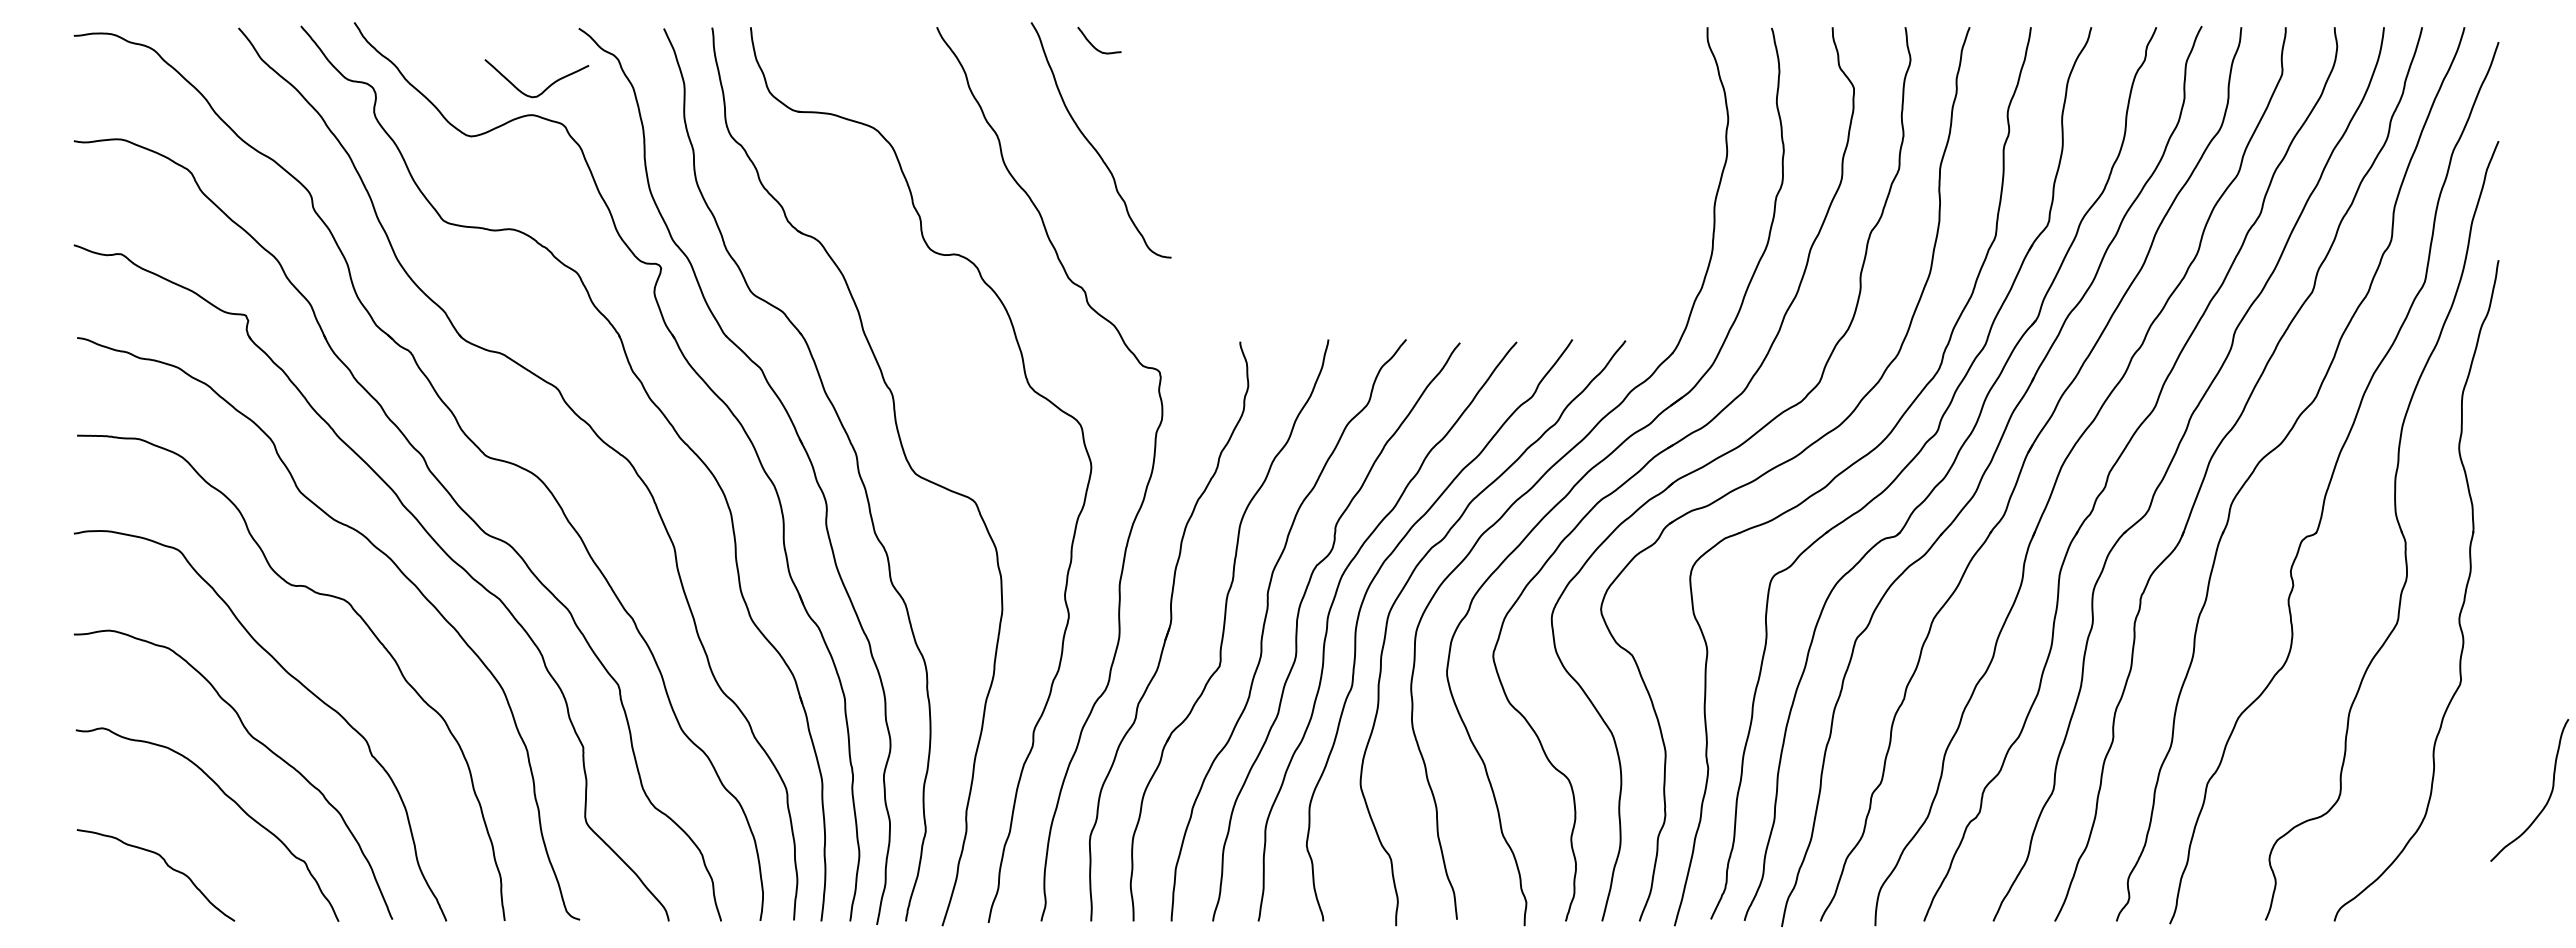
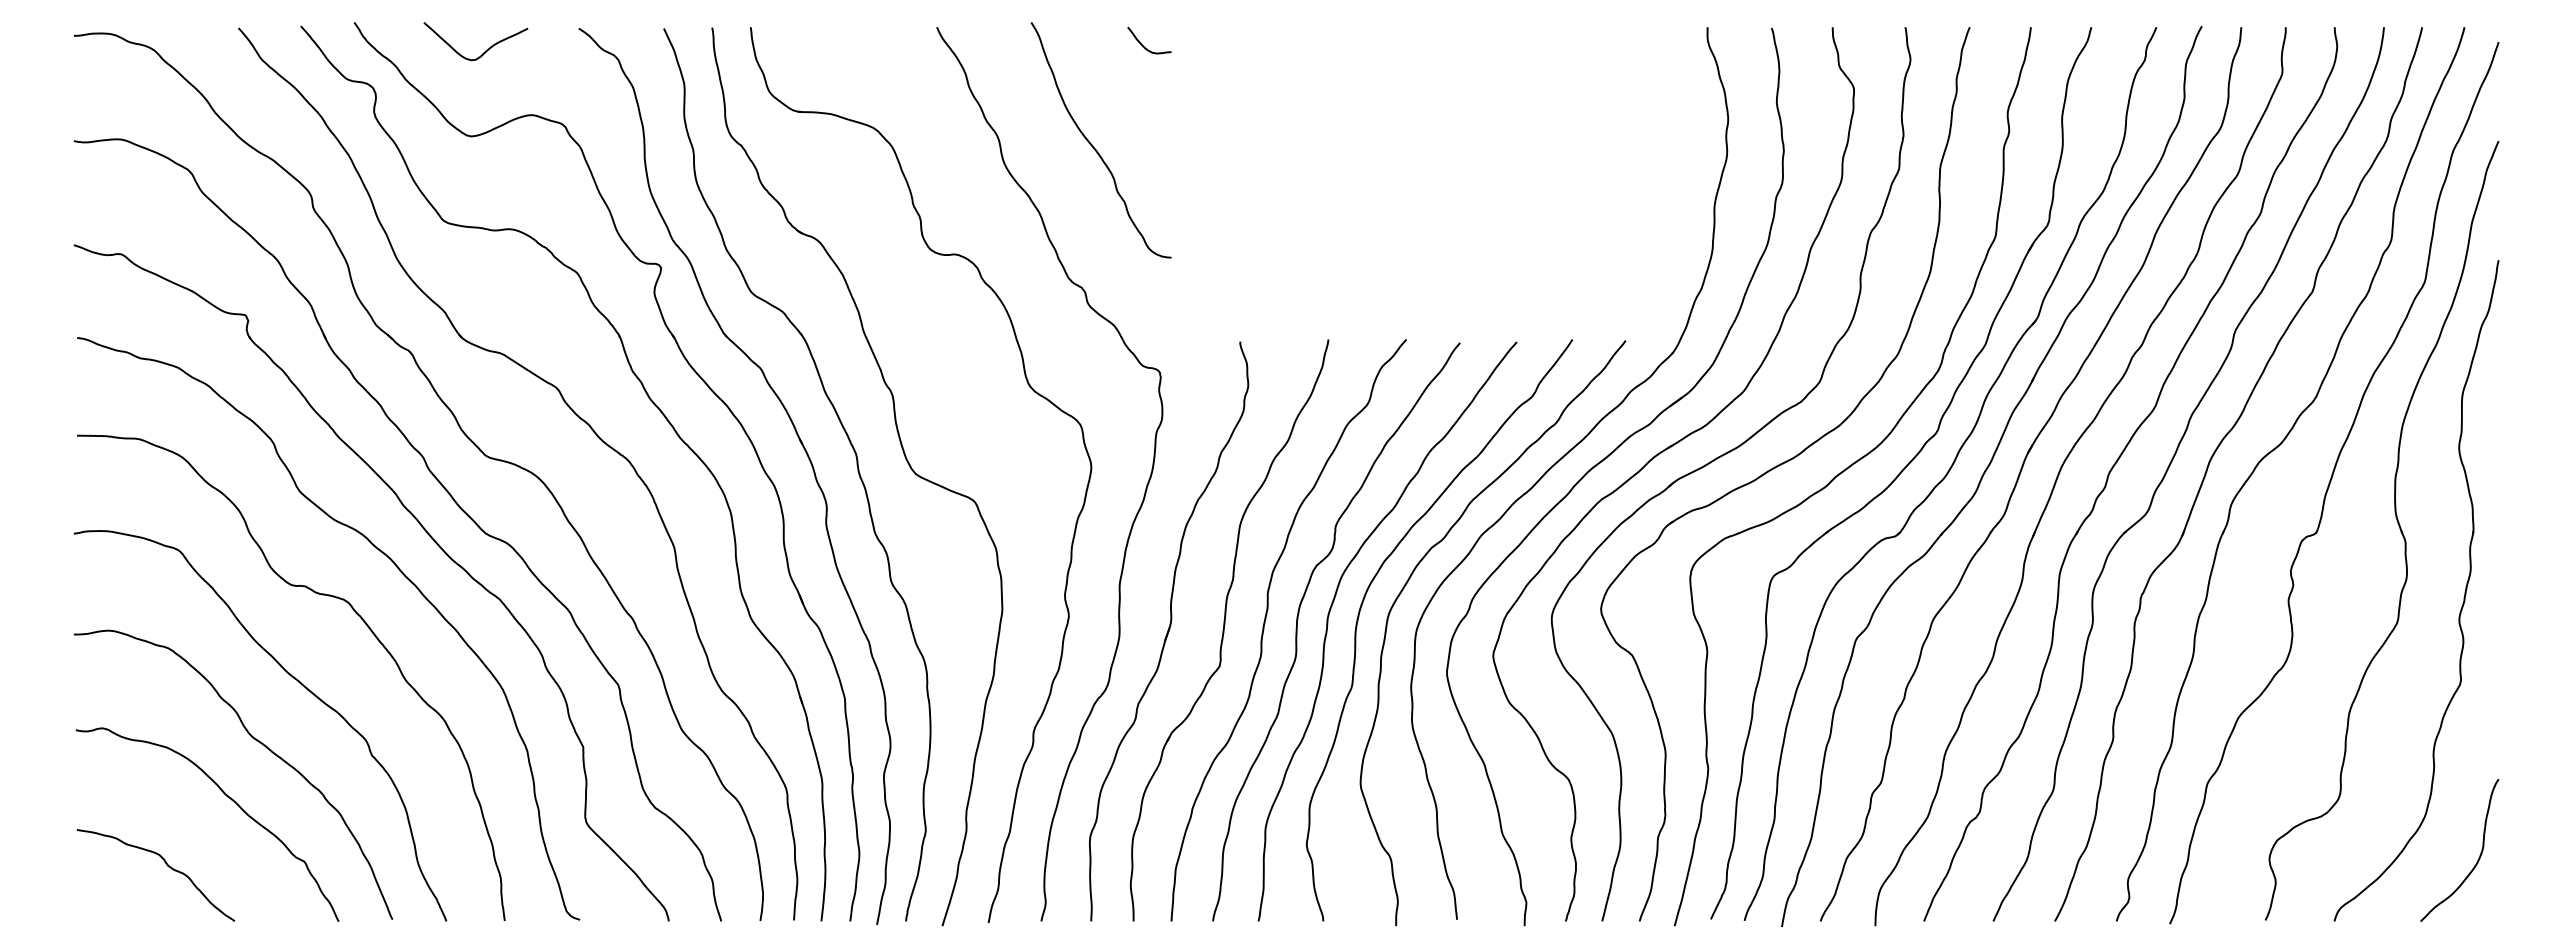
curve at (1093, 45) position: (1093, 45) -> (1143, 45)
curve at (546, 87) position: (546, 87) -> (485, 50)
curve at (2548, 797) position: (2548, 797) -> (2478, 857)
